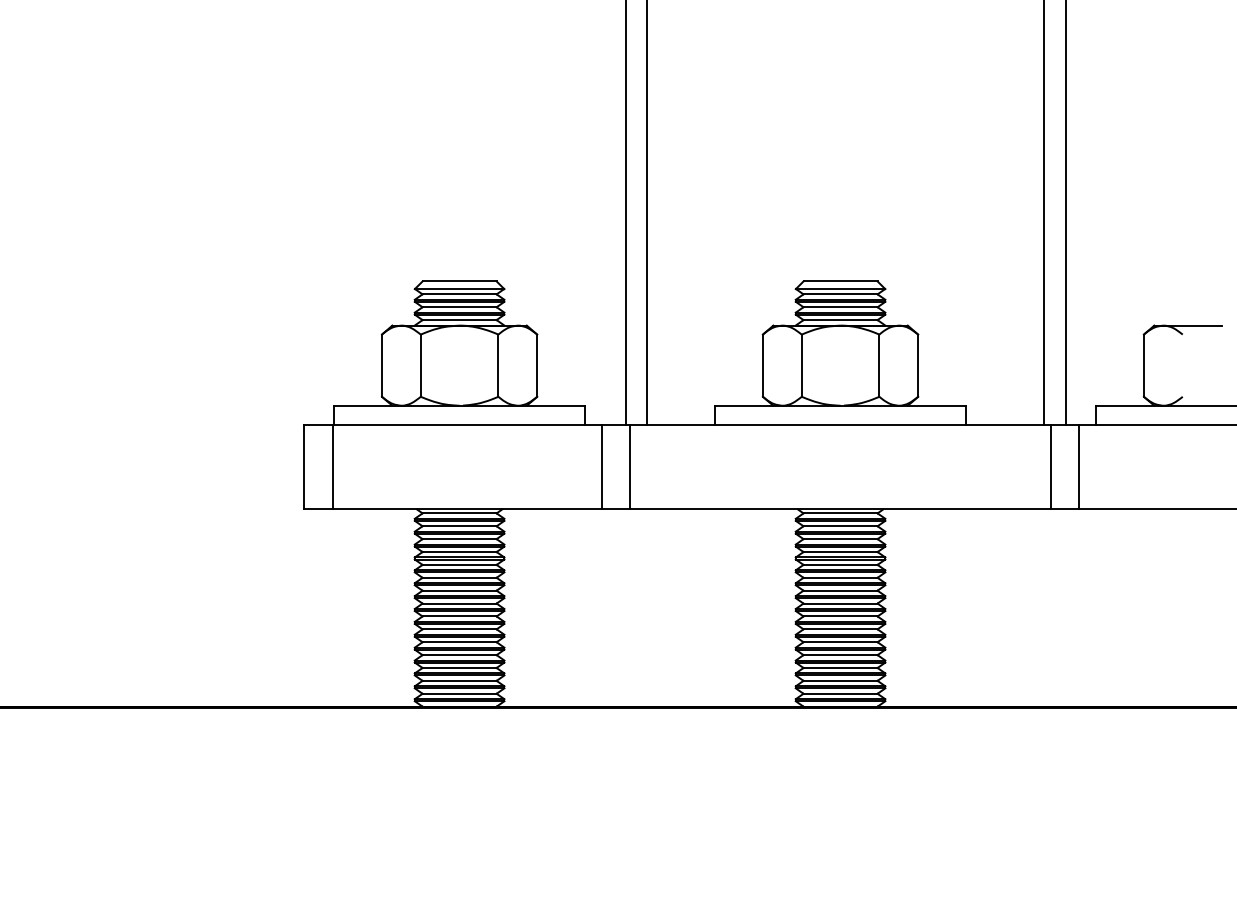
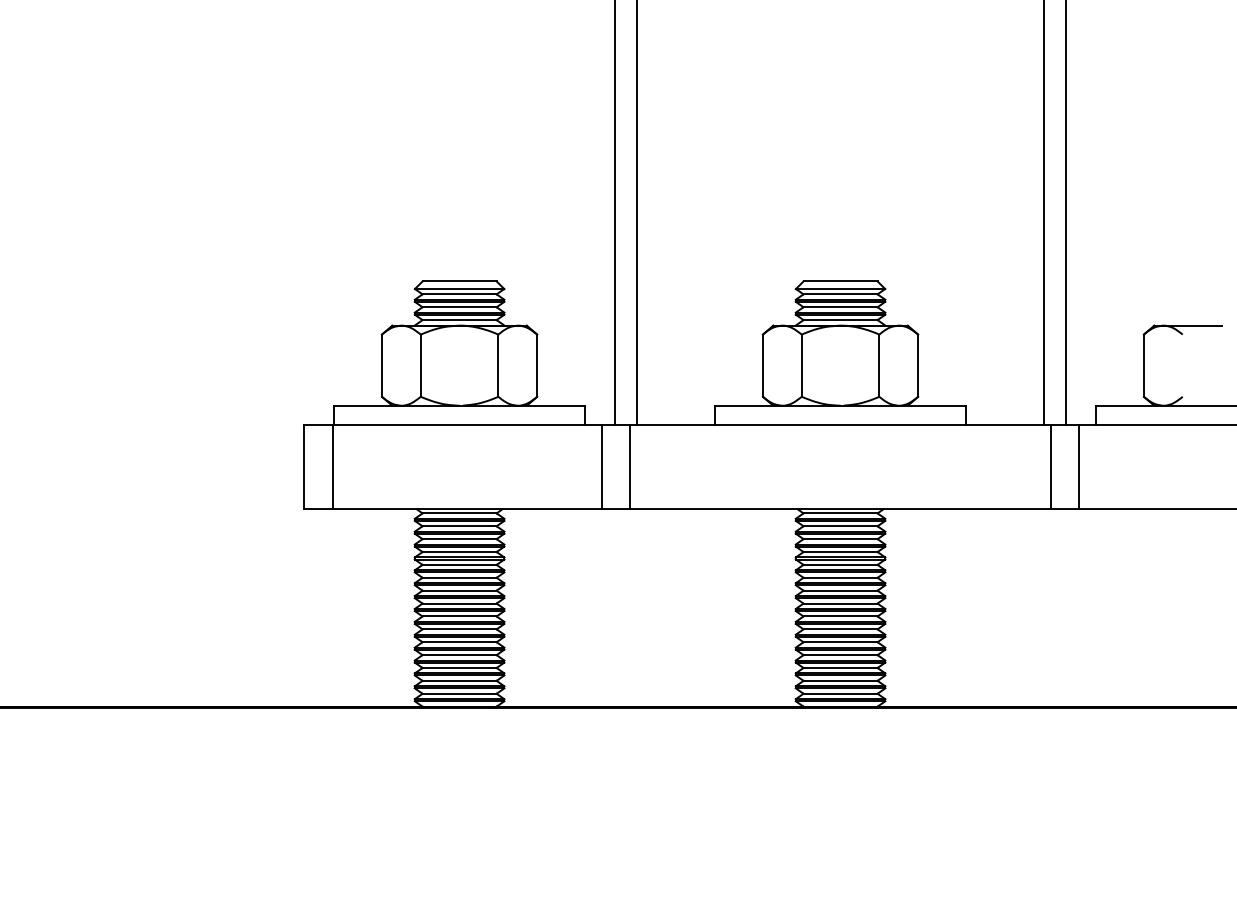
line at (625, 213) position: (625, 213) -> (614, 213)
line at (647, 213) position: (647, 213) -> (637, 213)
